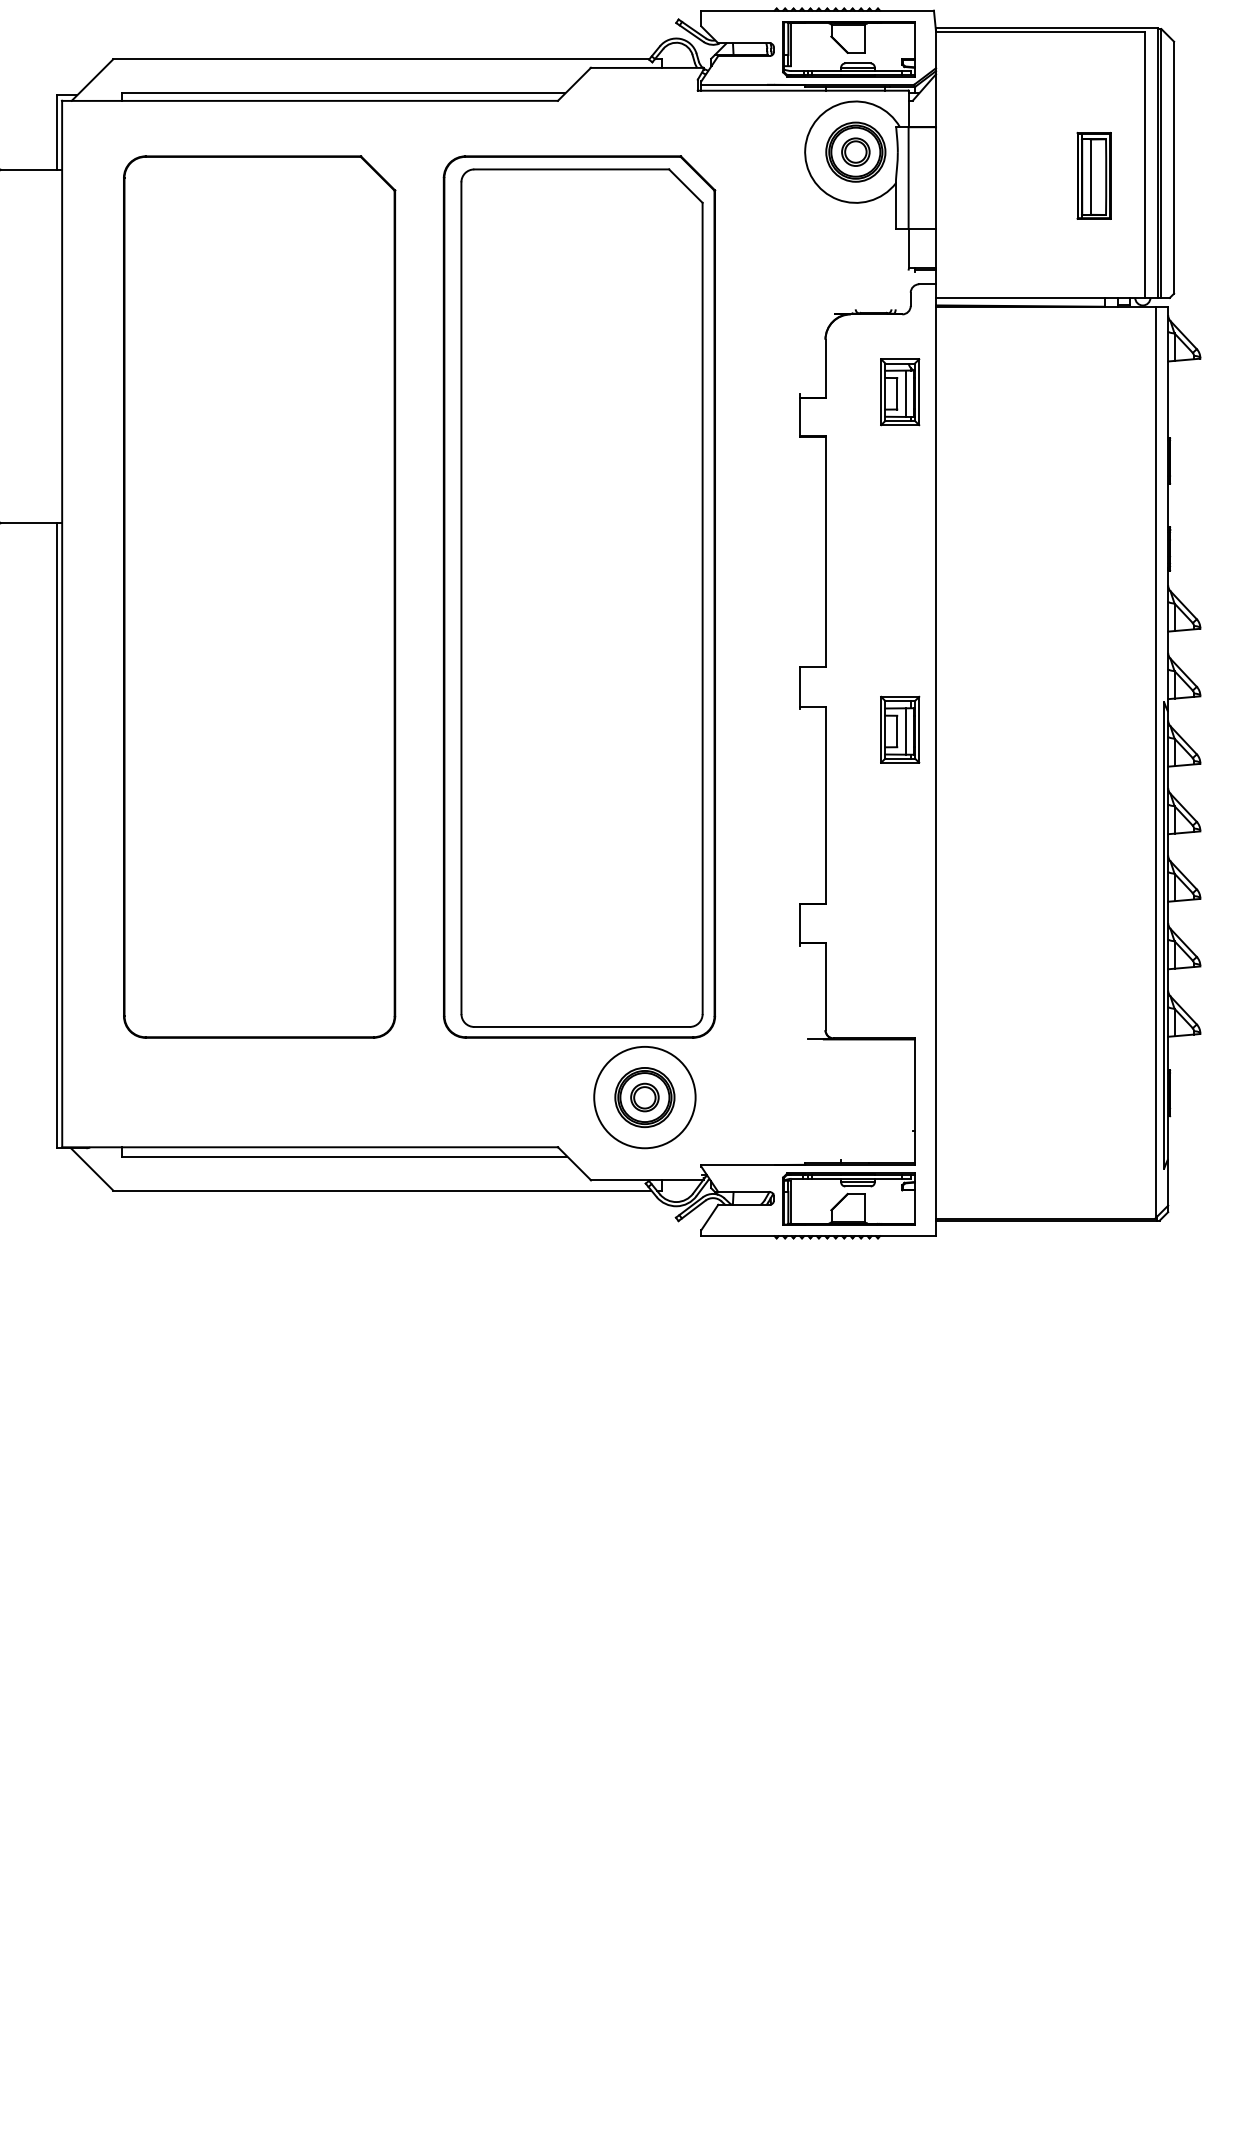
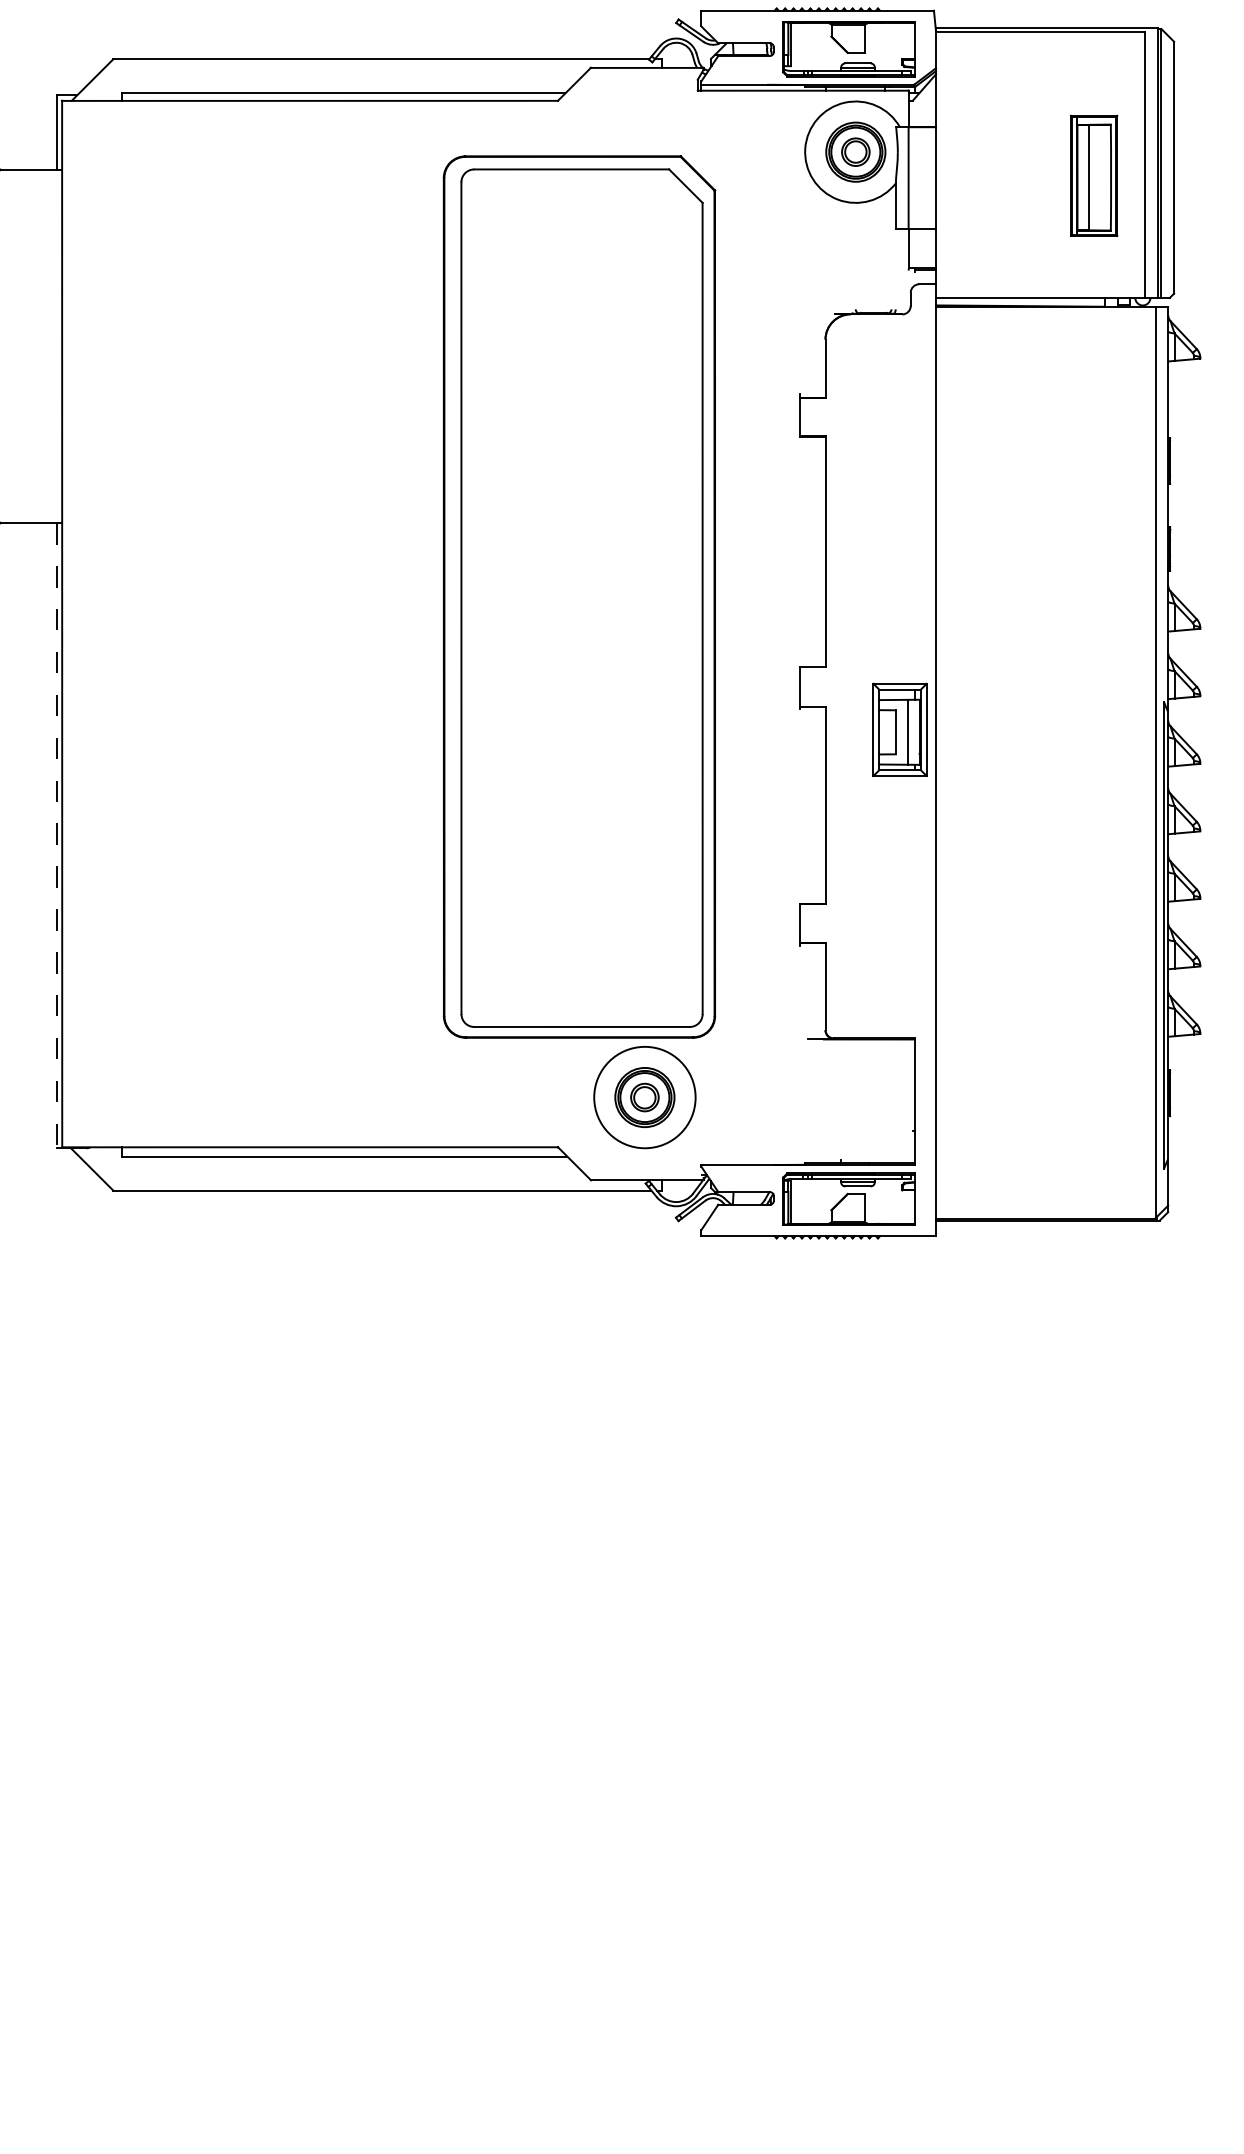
part at (1093, 175) size: 36x88 px -> 49x123 px
part at (900, 392): present -> none
part at (259, 596): present -> none
part at (900, 729) size: 41x69 px -> 56x96 px
line at (56, 836): solid -> dashed
